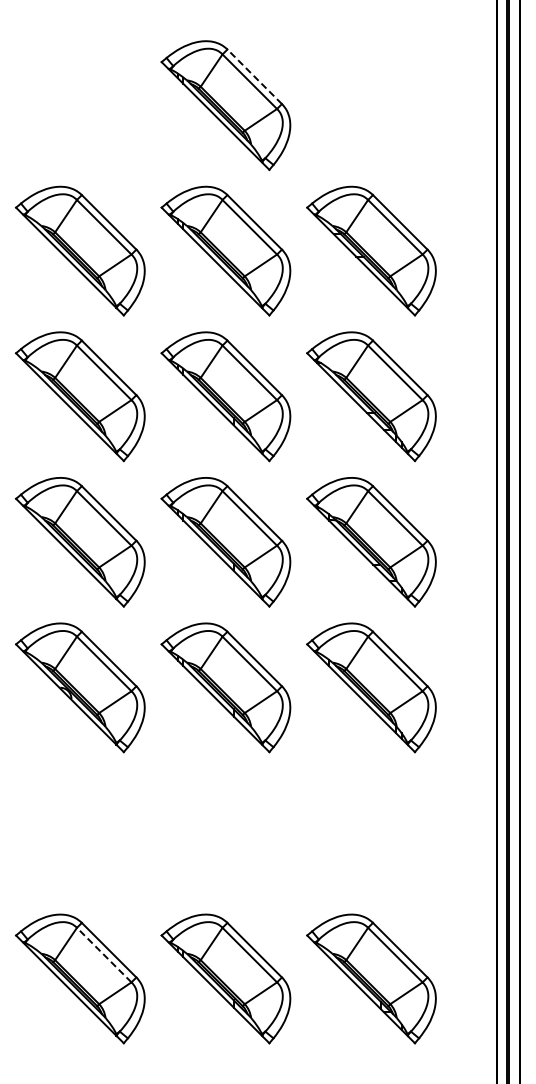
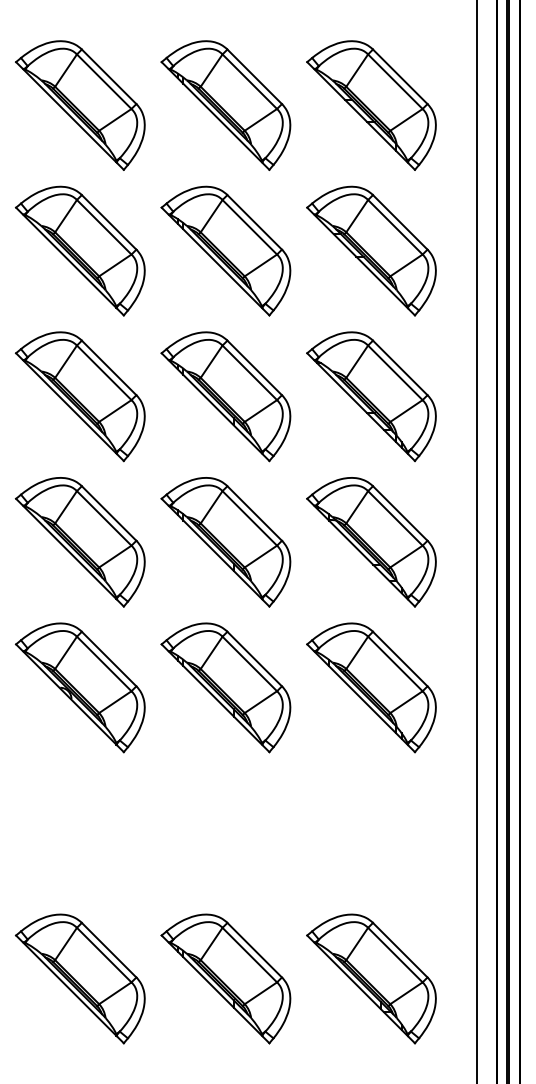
line at (254, 76): dashed -> solid
part at (80, 105): none -> present
part at (371, 105): none -> present
line at (476, 541): none -> present
line at (104, 955): dashed -> solid
